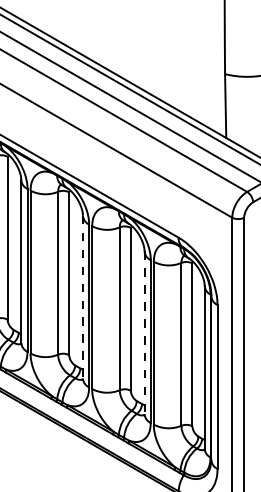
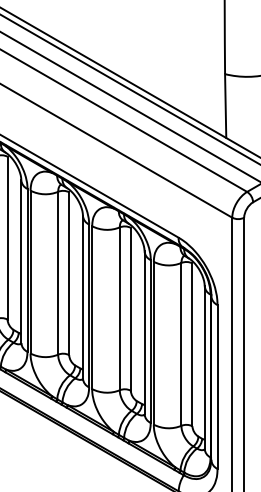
line at (82, 297): dashed -> solid
line at (144, 333): dashed -> solid
